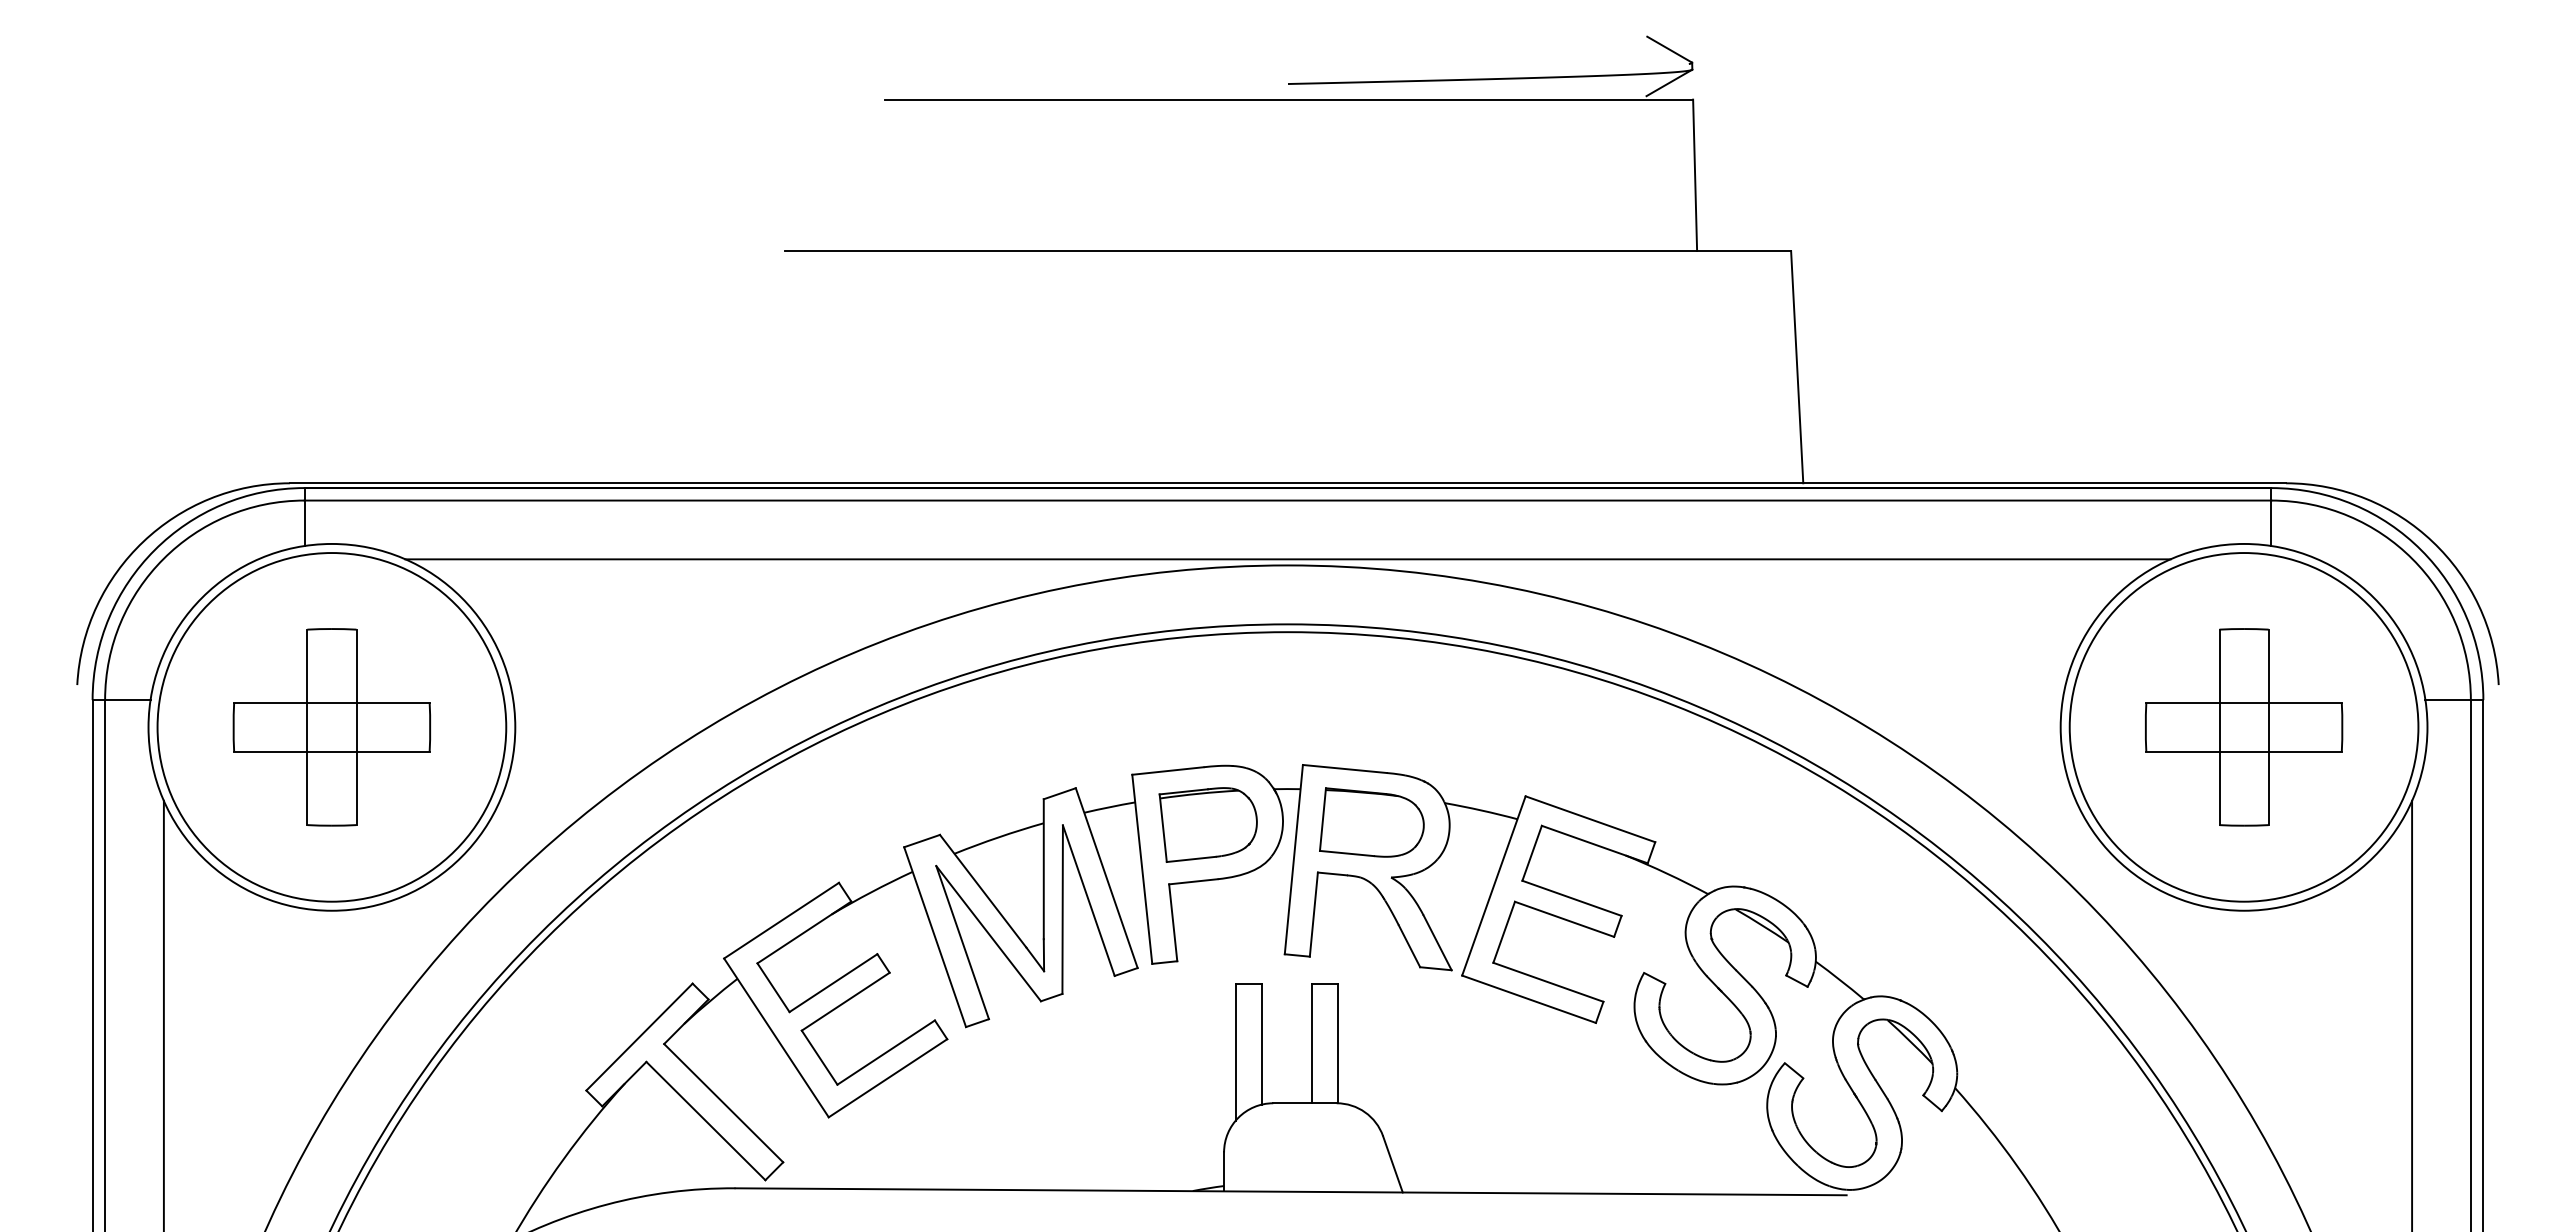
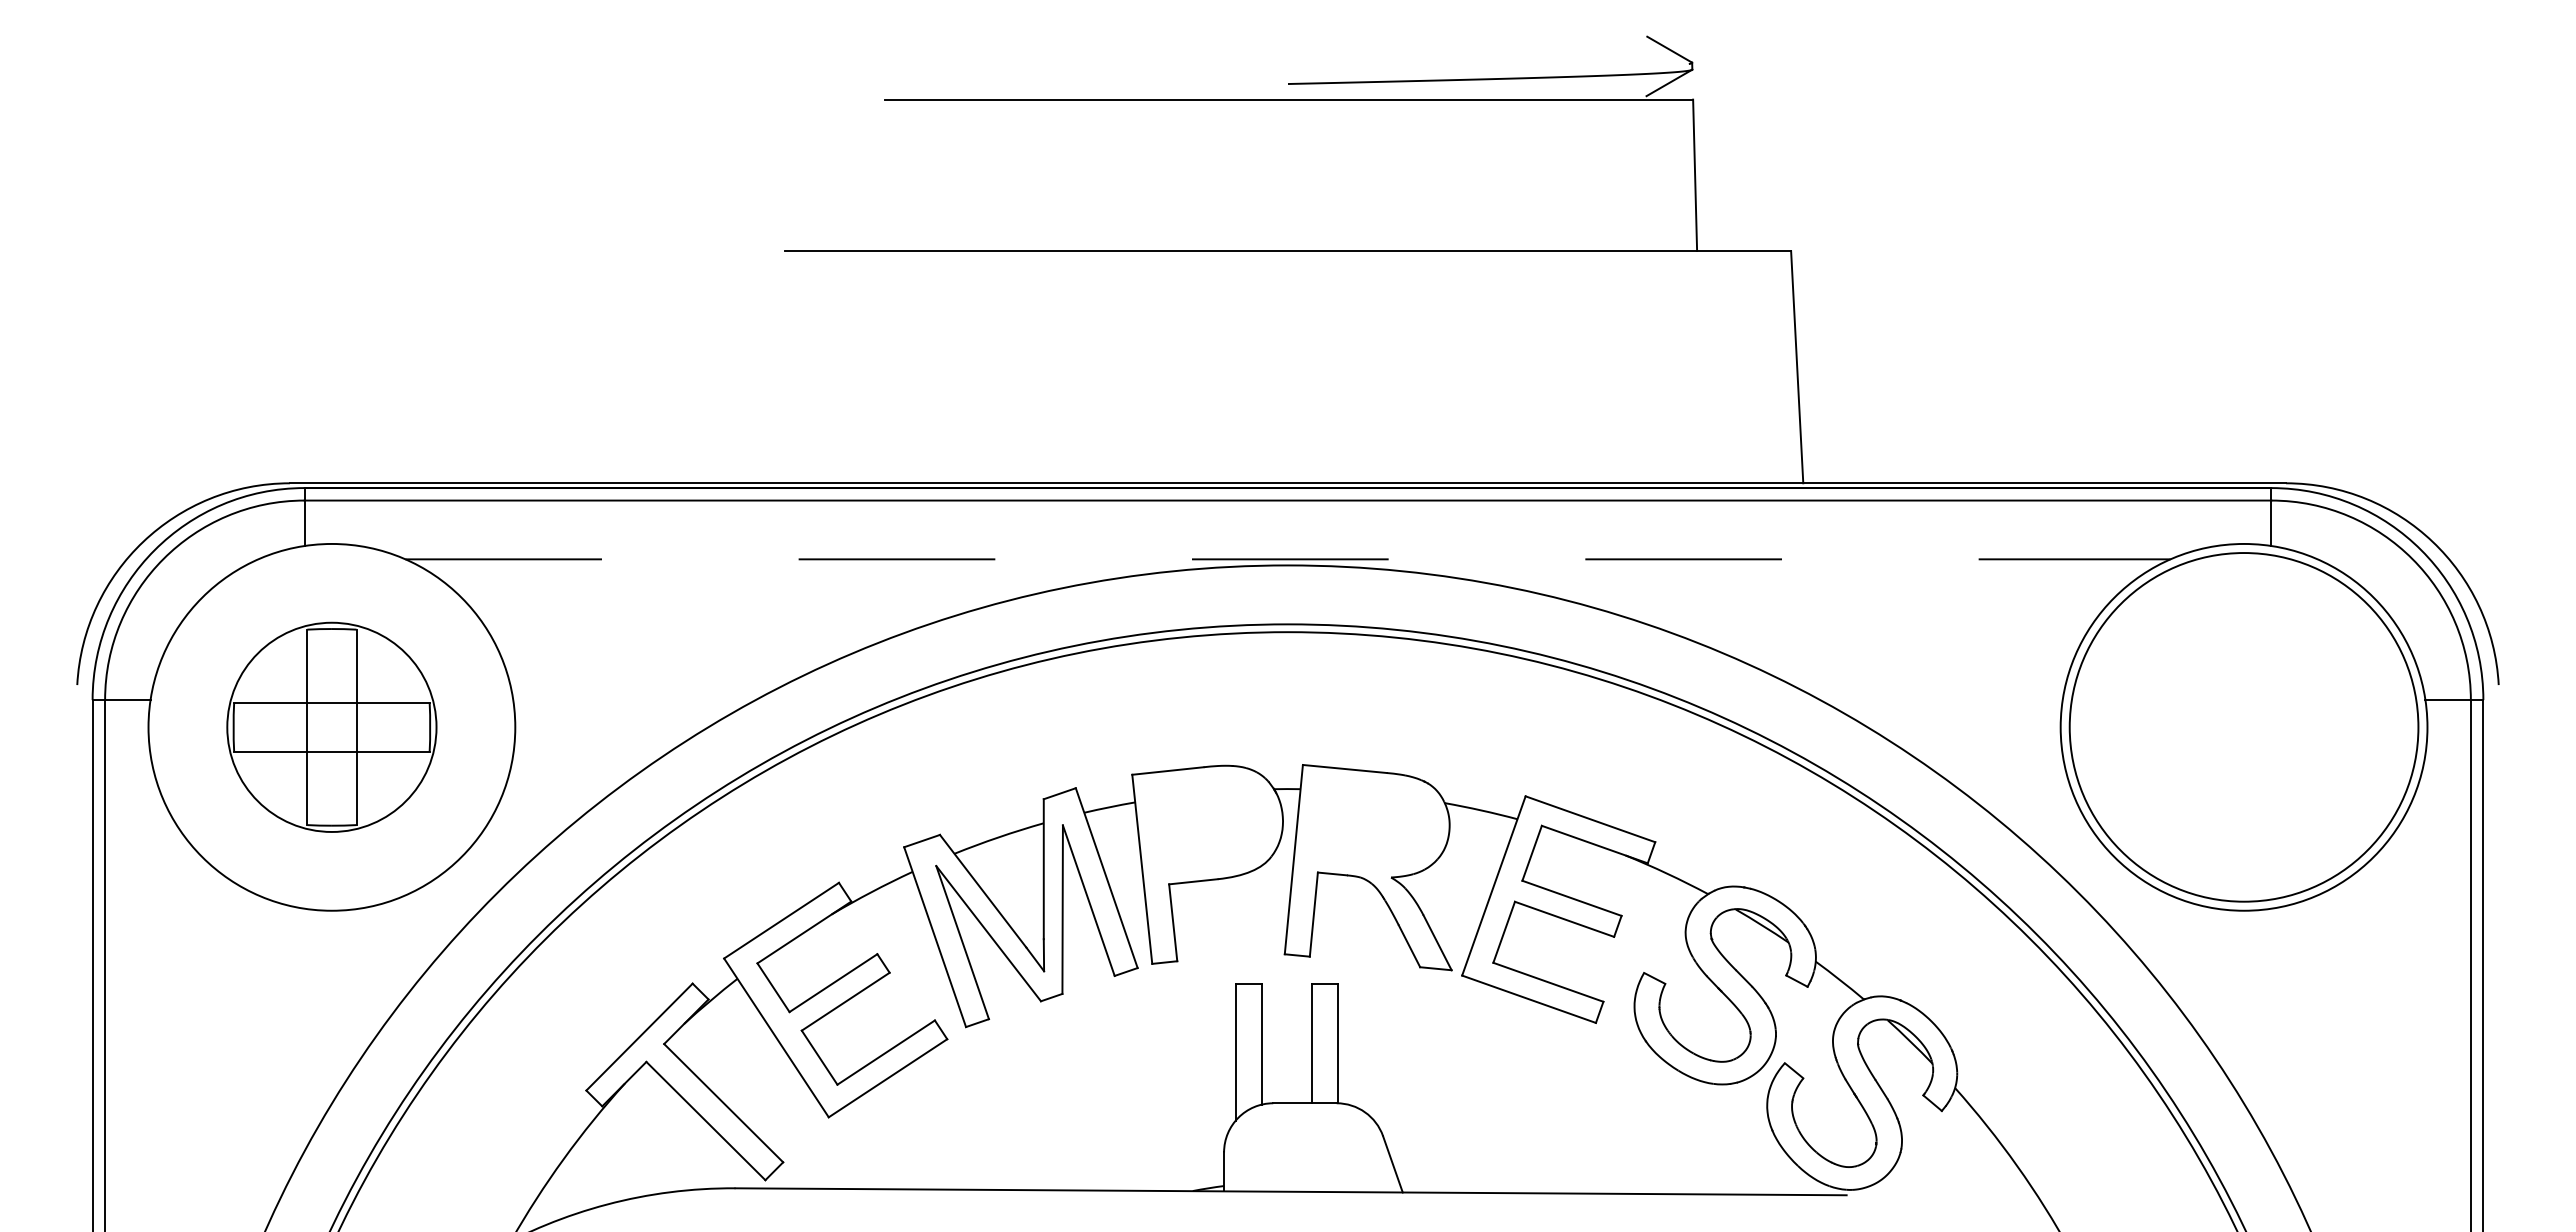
line at (1288, 559): solid -> dashed
circle at (331, 727) diameter: 349 px -> 209 px
part at (2244, 727): present -> none
part at (1371, 822): present -> none
part at (1207, 824): present -> none
line at (163, 1014): present -> none
line at (2412, 1014): present -> none
